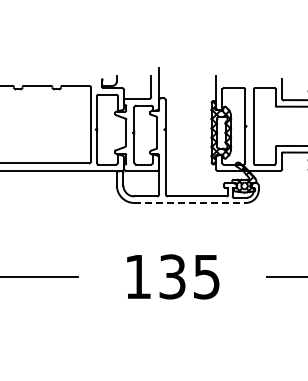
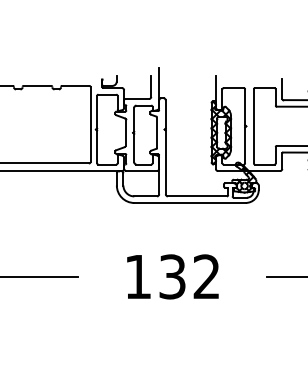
line at (190, 202): dashed -> solid
text at (206, 276): 135 -> 132
